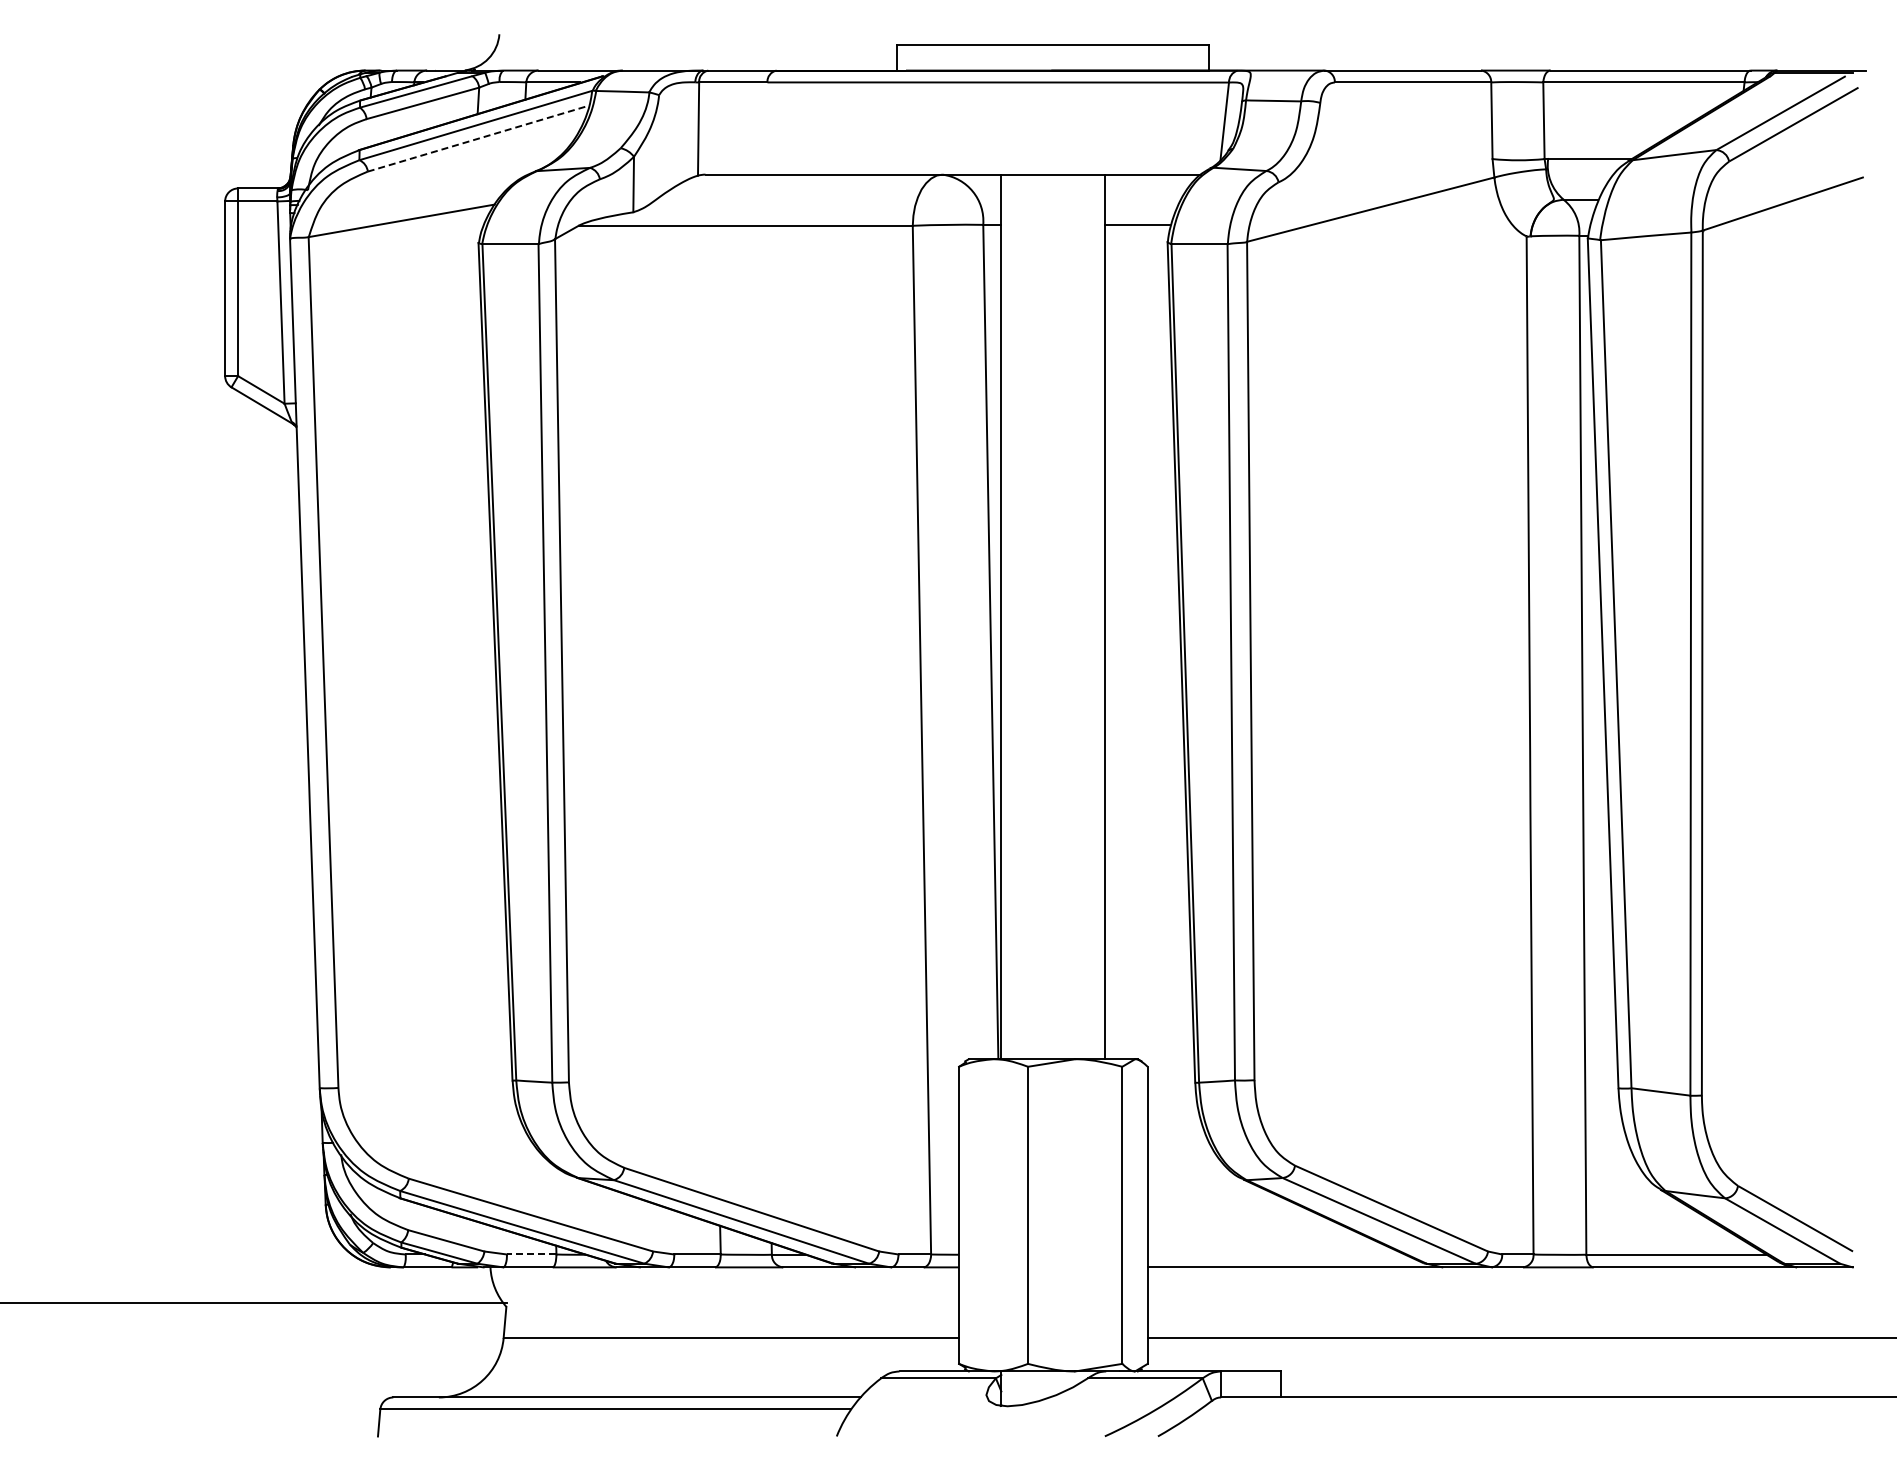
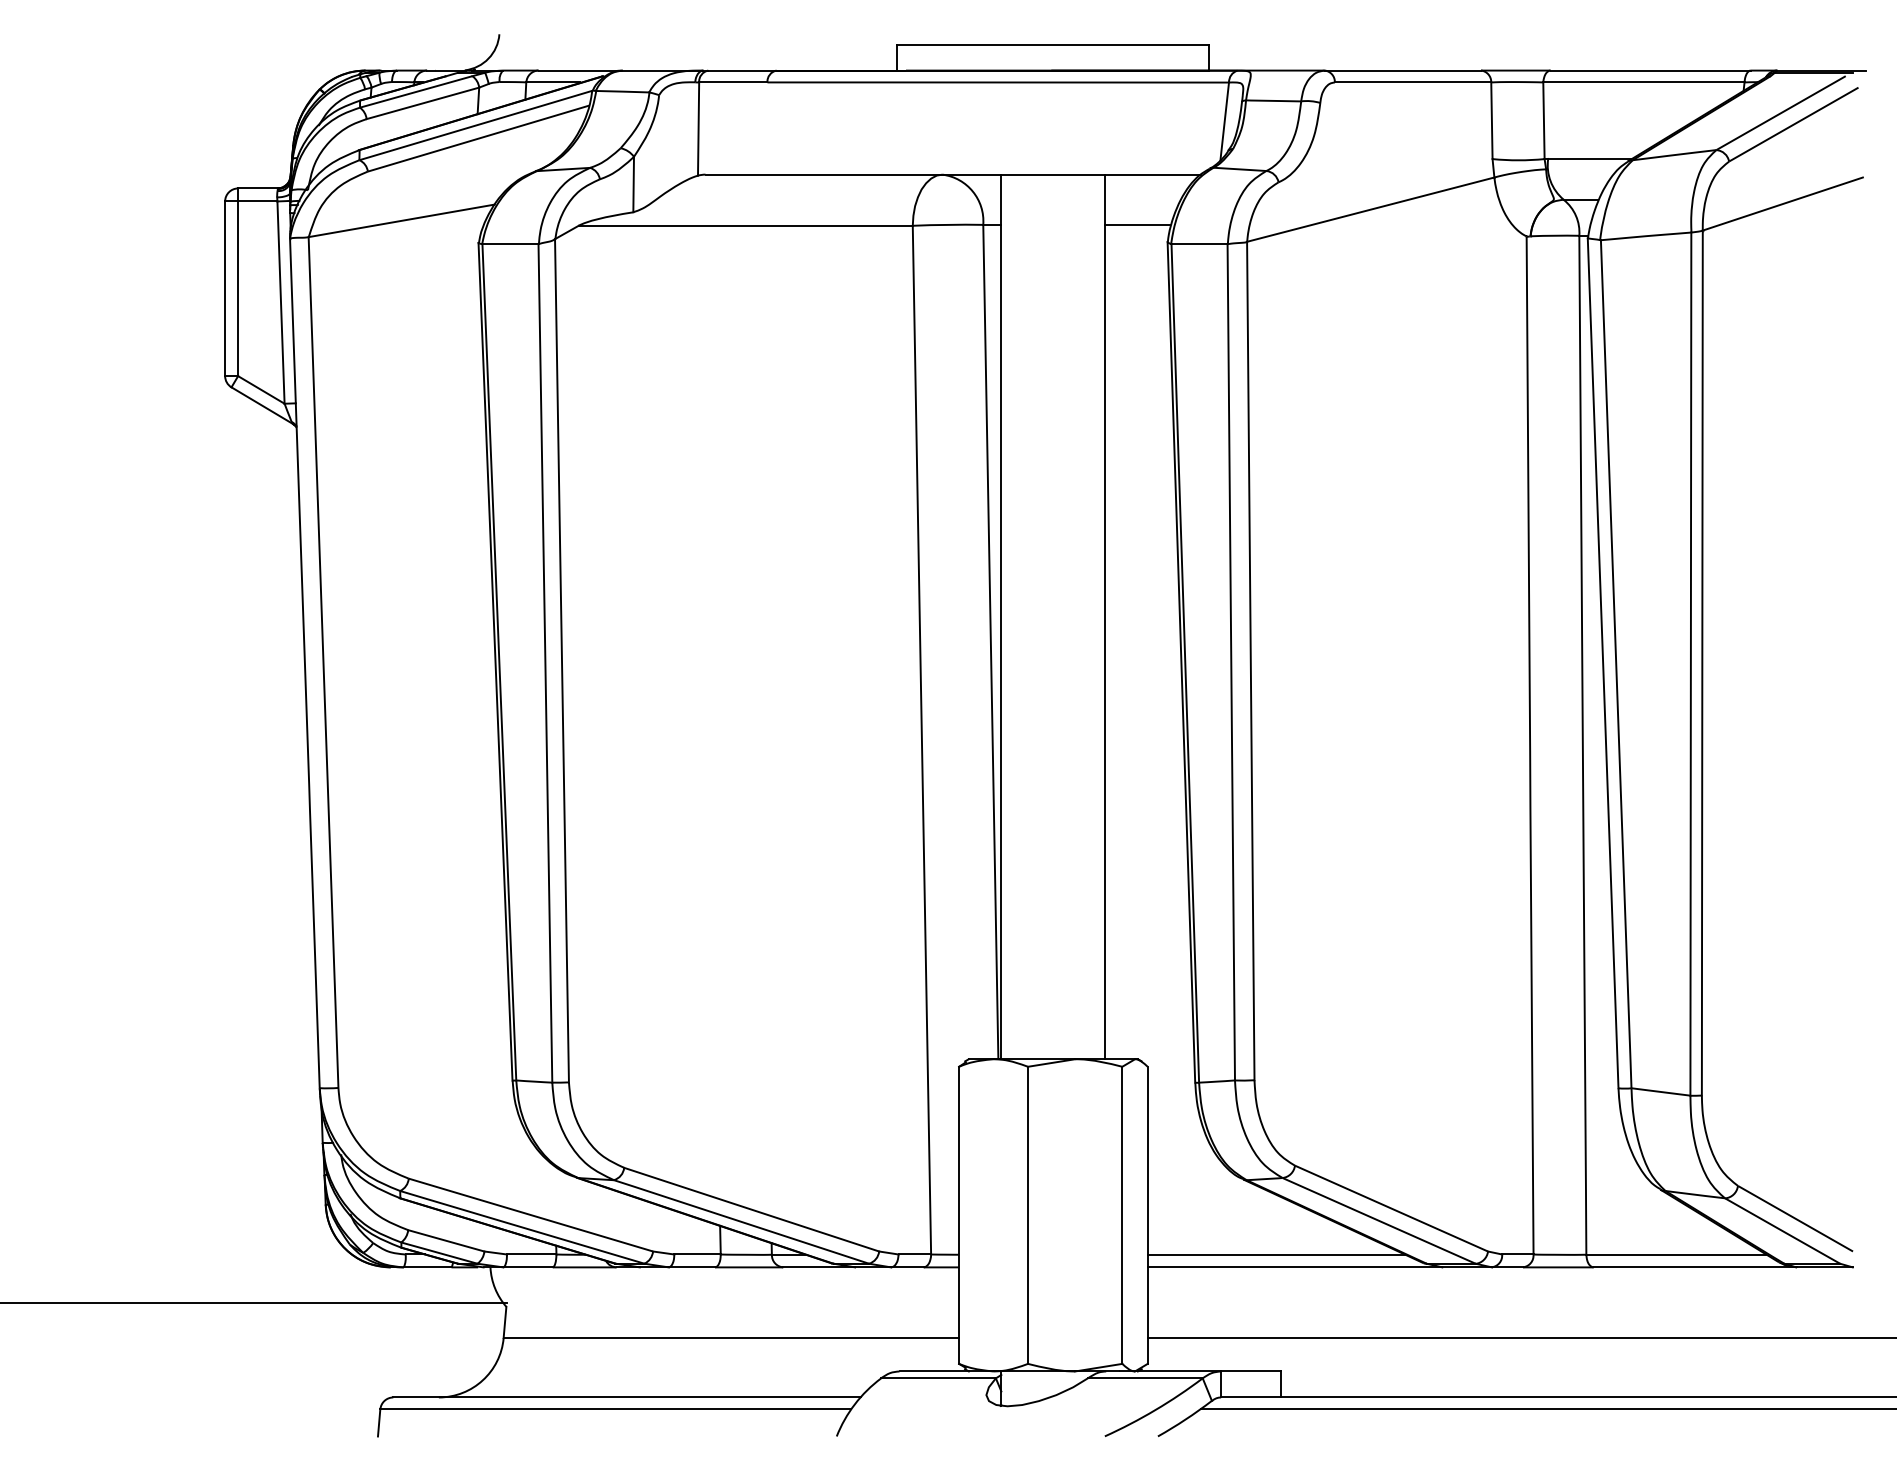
line at (479, 138): dashed -> solid
line at (531, 1254): dashed -> solid
line at (1275, 1254): none -> present
line at (1546, 1409): none -> present
